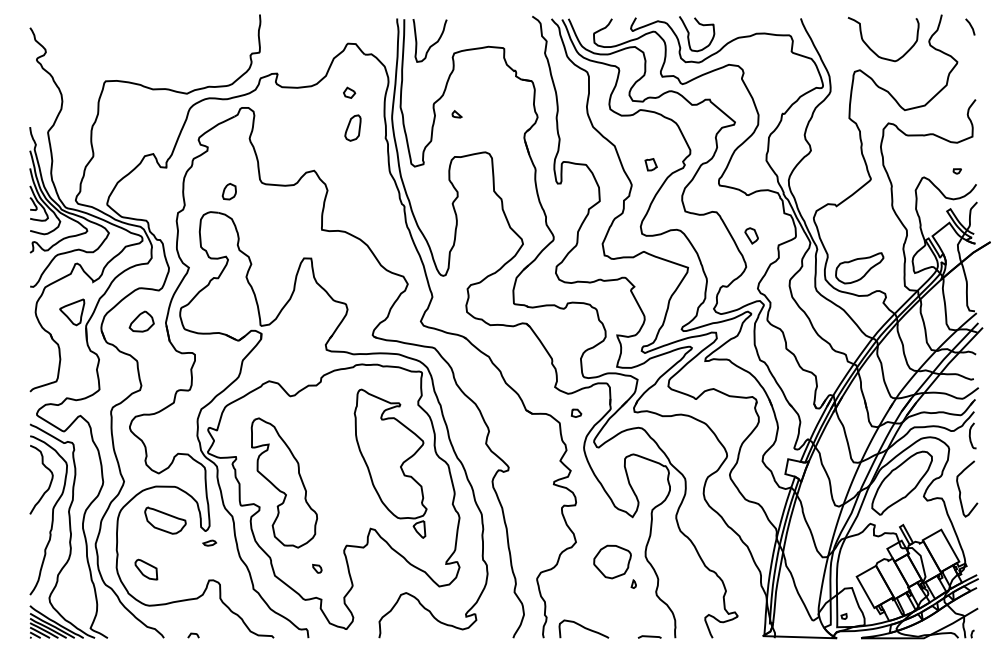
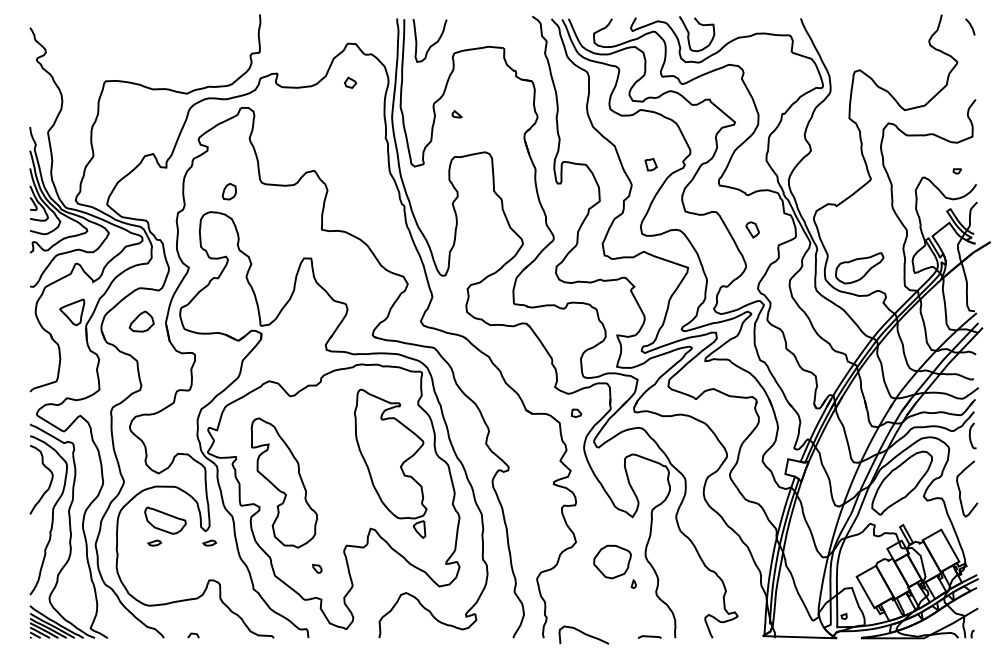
curve at (872, 49): present -> none
part at (349, 92) position: (349, 92) -> (350, 82)
part at (352, 127): present -> none
part at (751, 235) position: (751, 235) -> (752, 229)
part at (154, 542): none -> present
part at (146, 569): present -> none
curve at (583, 628) position: (583, 628) -> (583, 634)
